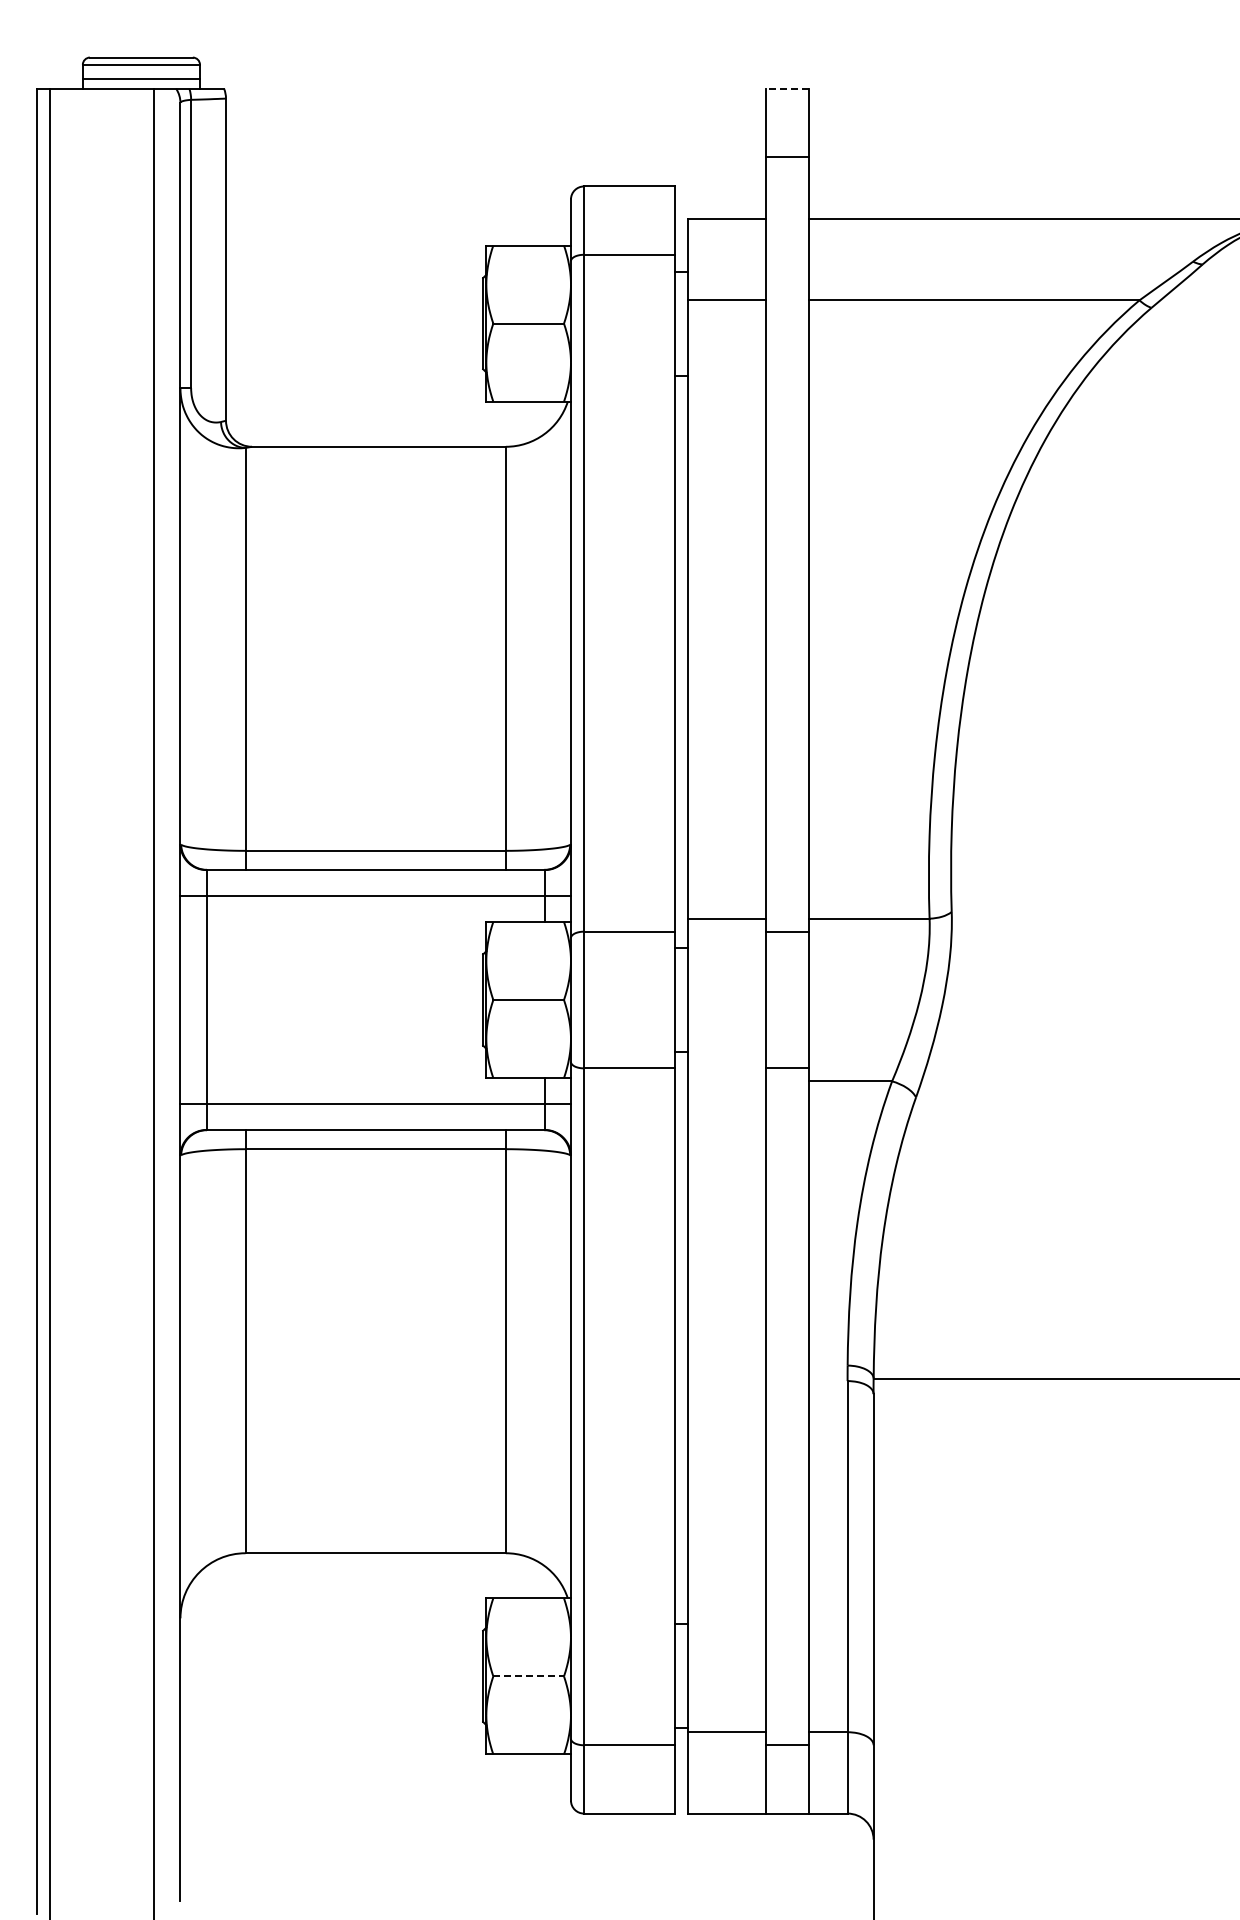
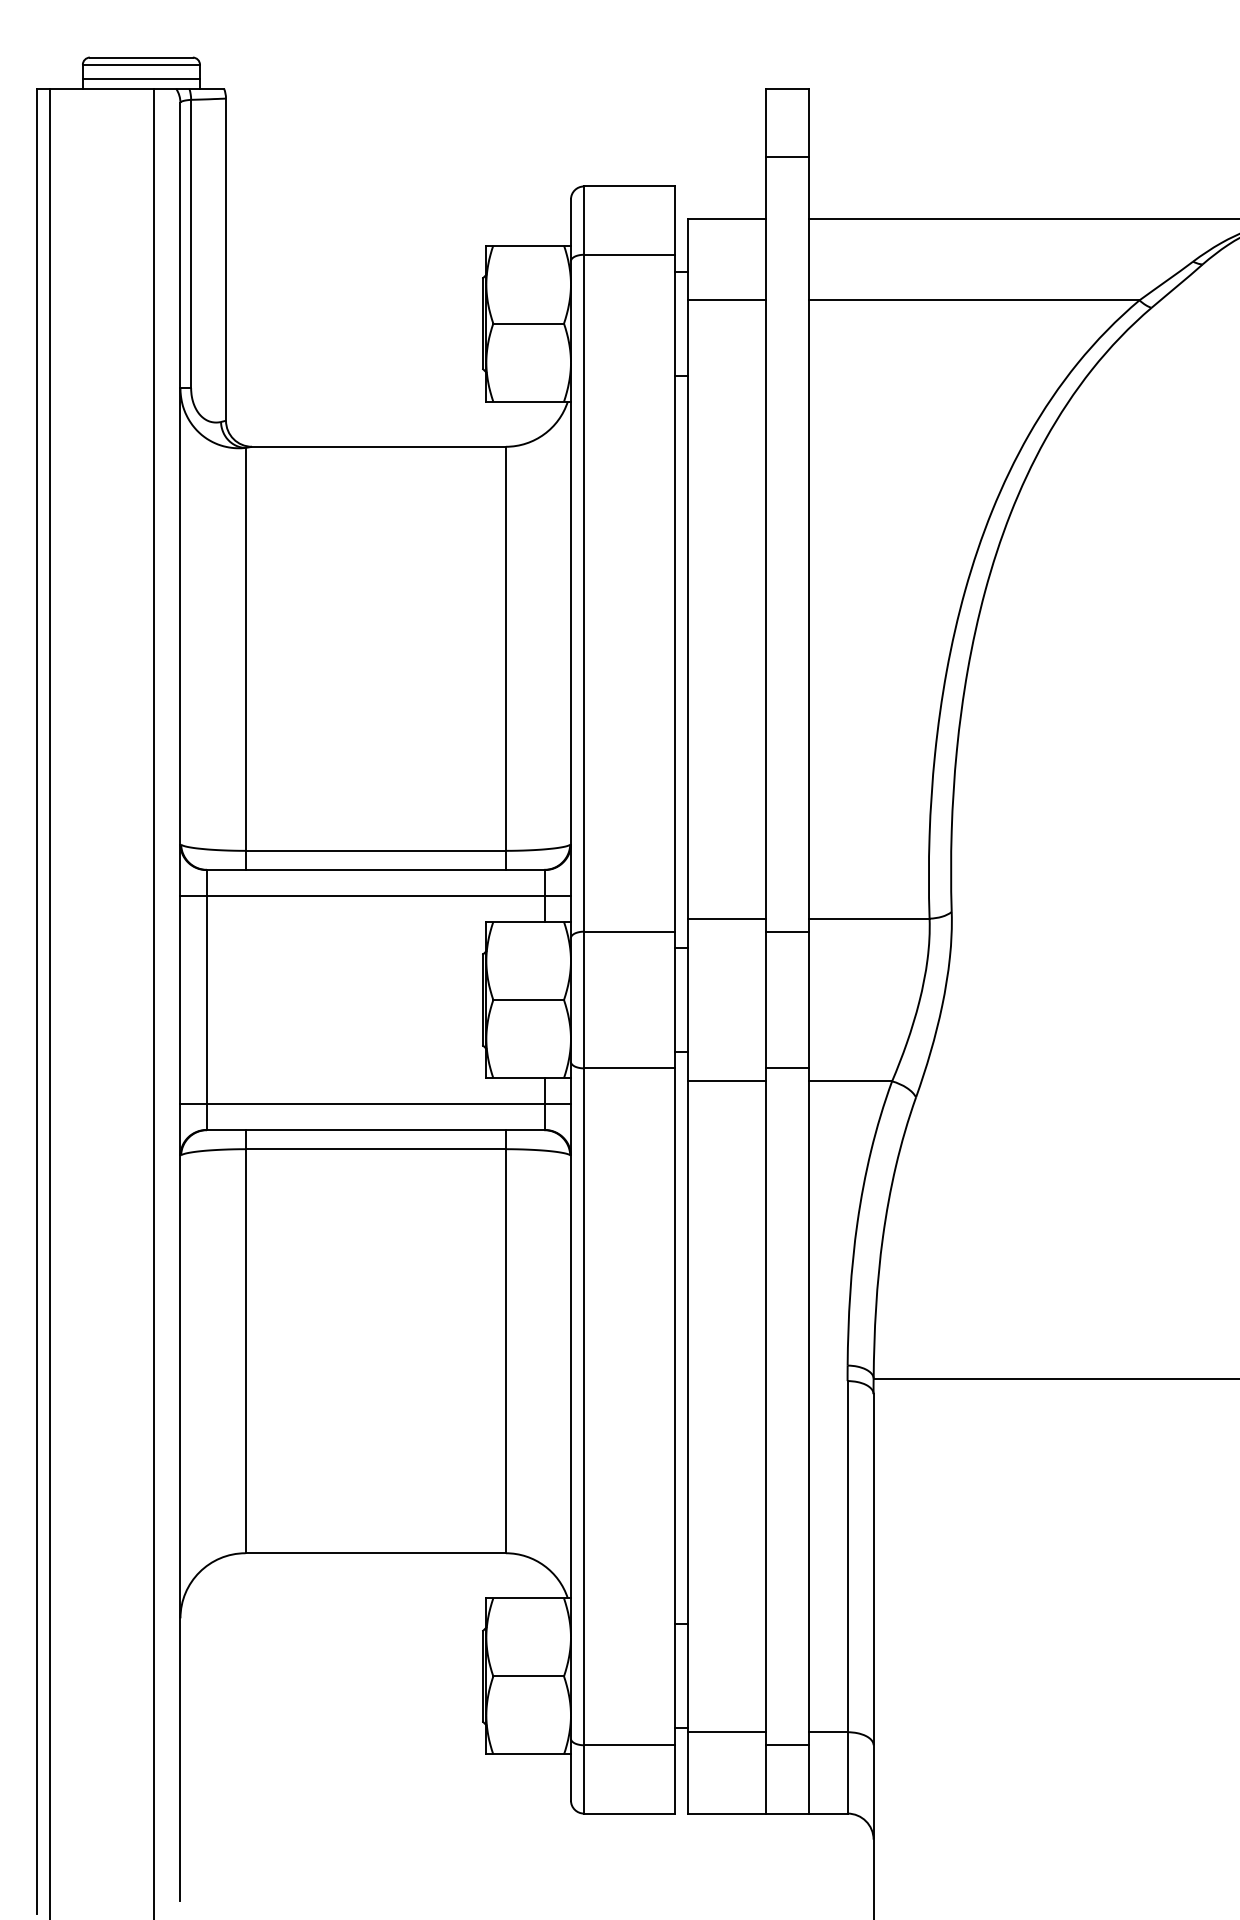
line at (786, 88): dashed -> solid
line at (727, 1081): none -> present
line at (529, 1676): dashed -> solid
